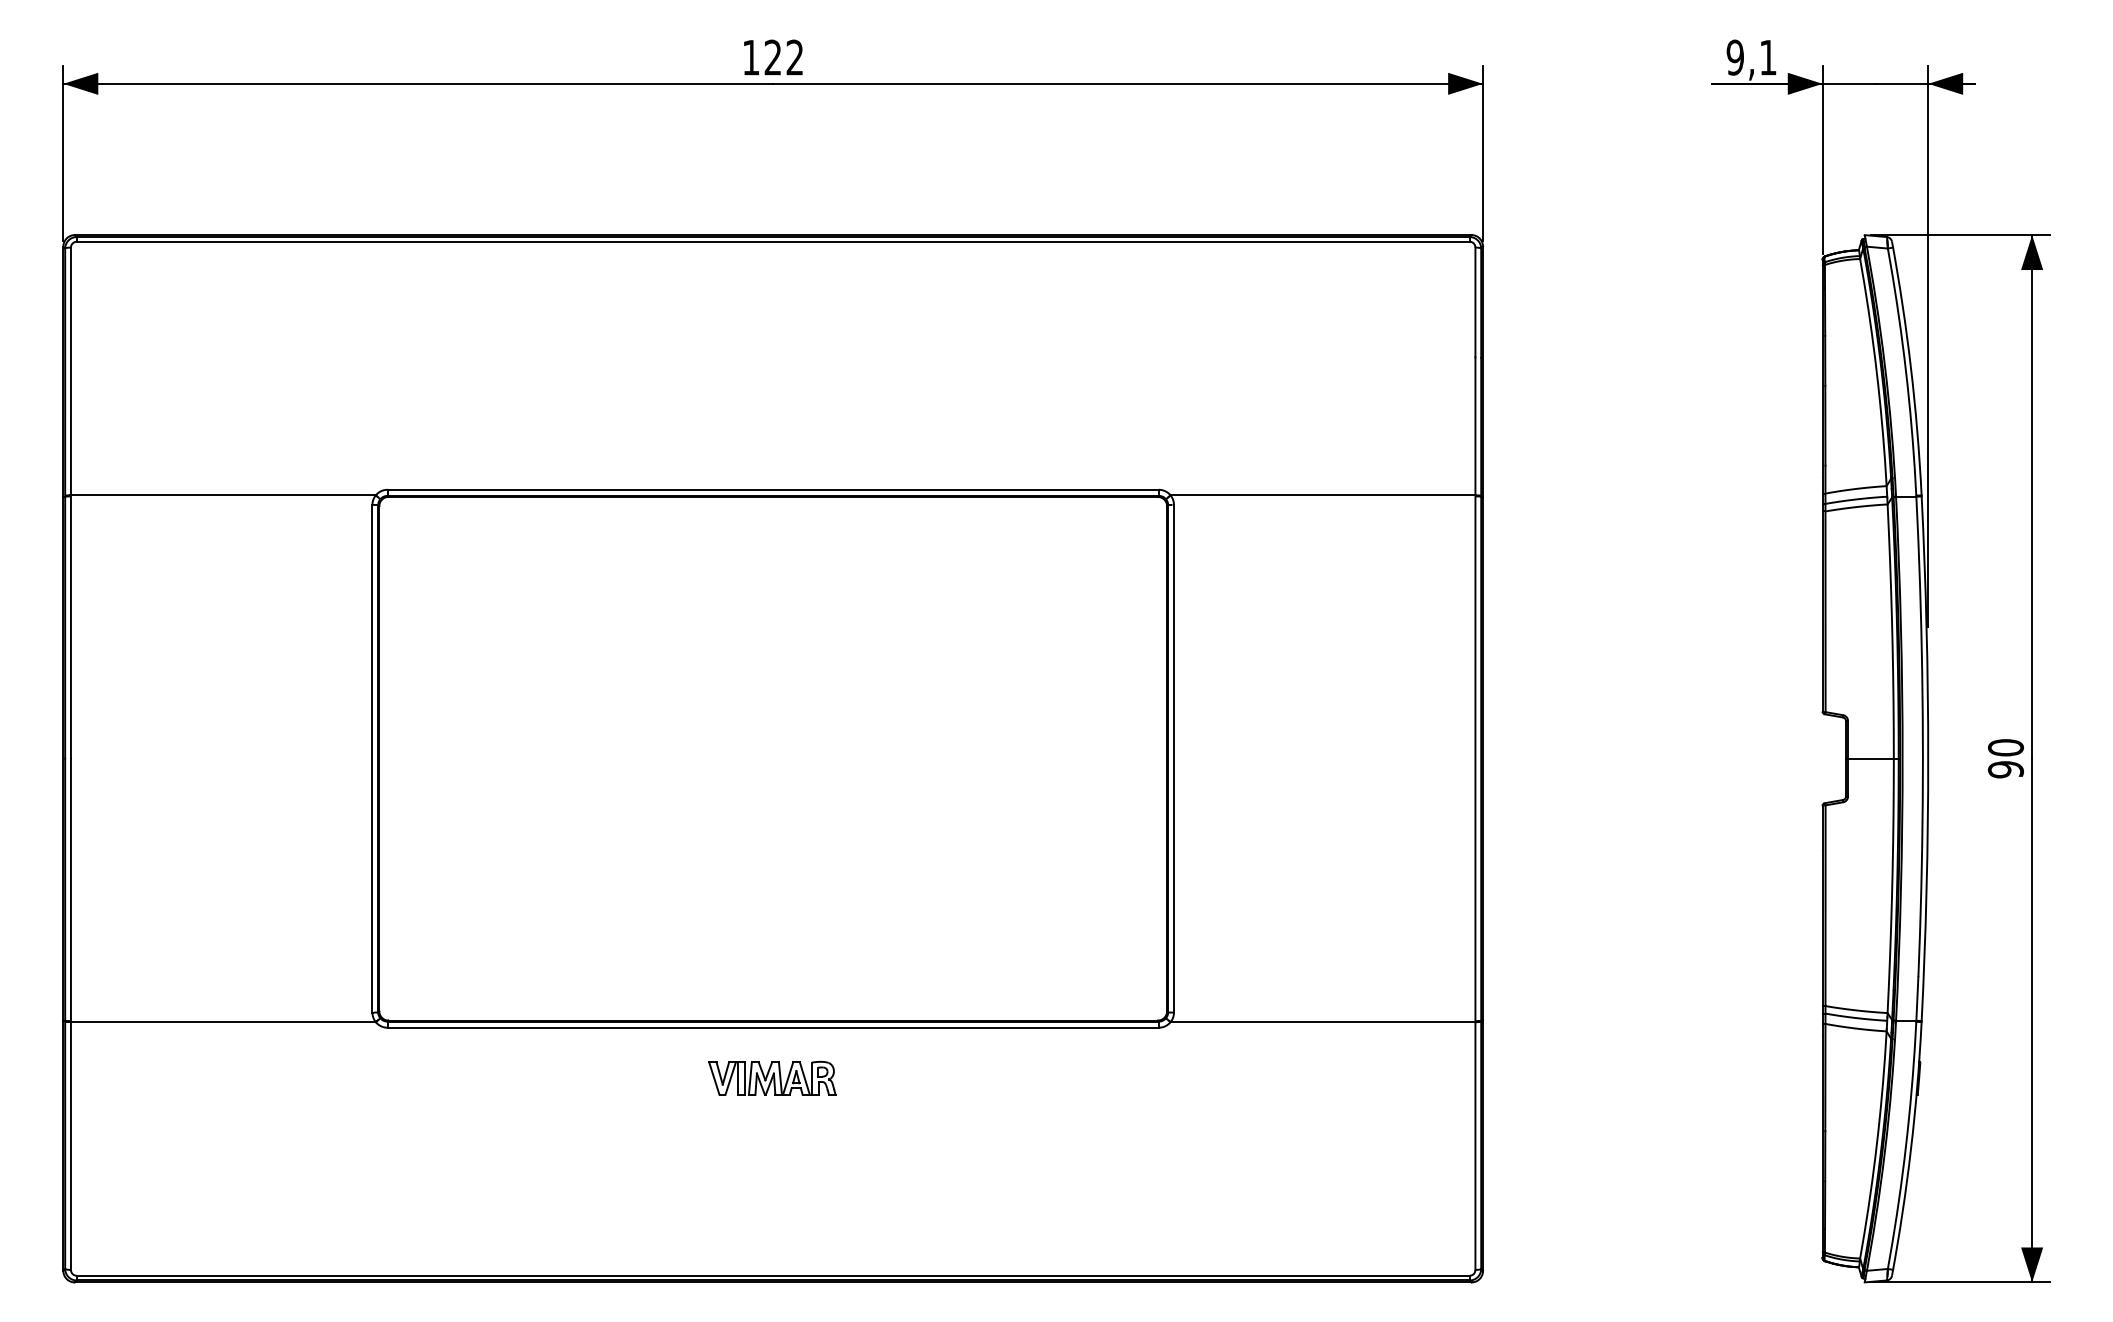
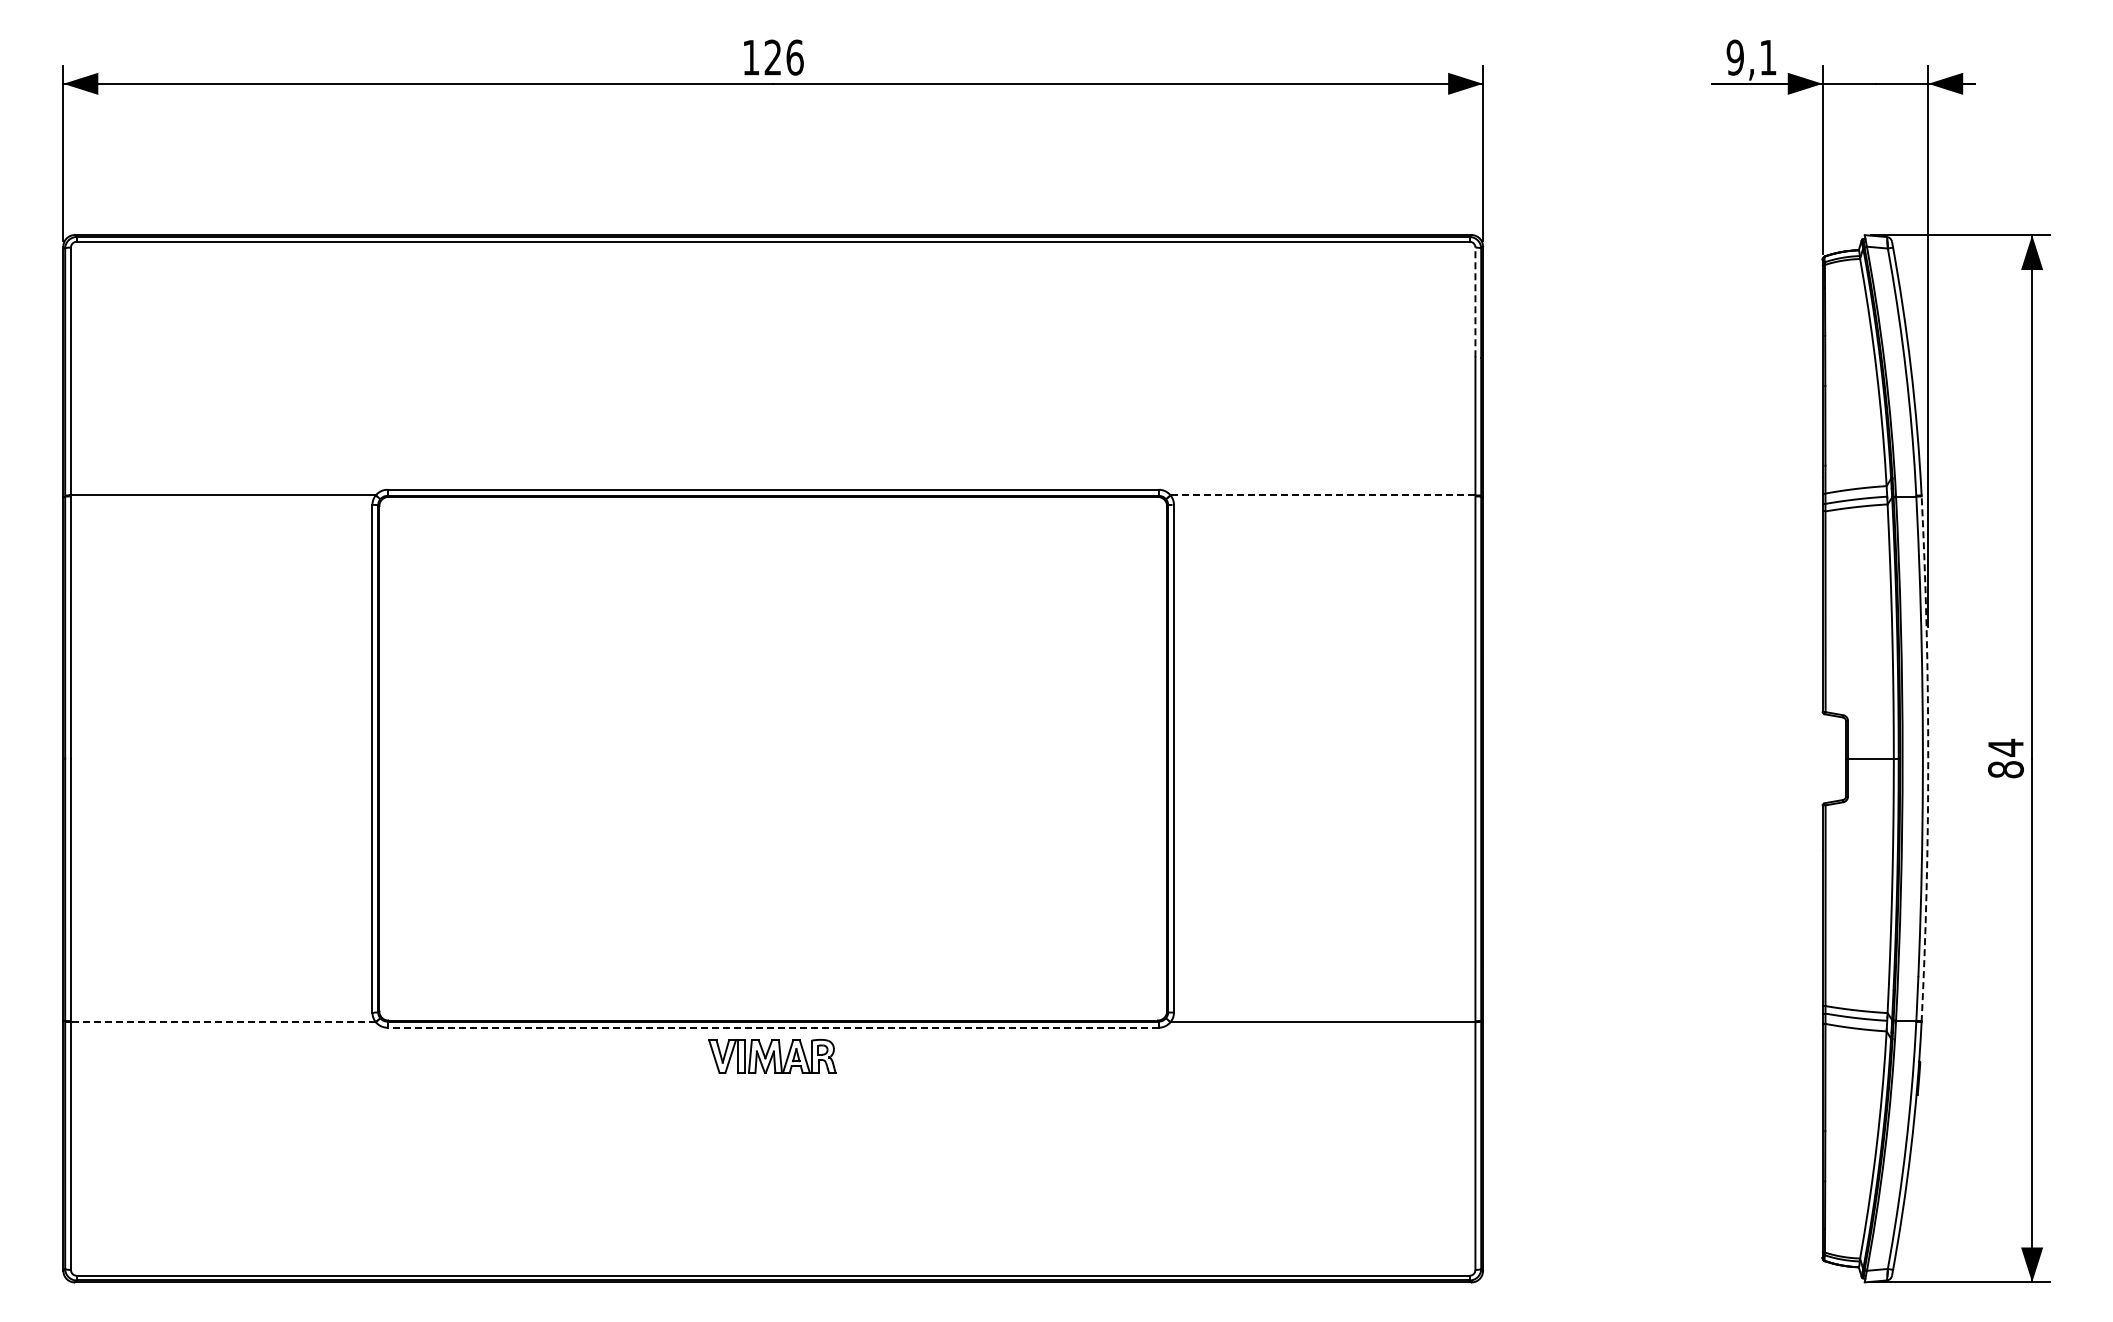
text at (794, 57): 122 -> 126
line at (1475, 302): solid -> dashed
line at (1323, 495): solid -> dashed
arc at (1928, 758): solid -> dashed
text at (2006, 758): 90 -> 84
line at (223, 1022): solid -> dashed
line at (773, 1027): solid -> dashed
part at (772, 1077) position: (772, 1077) -> (772, 1055)
